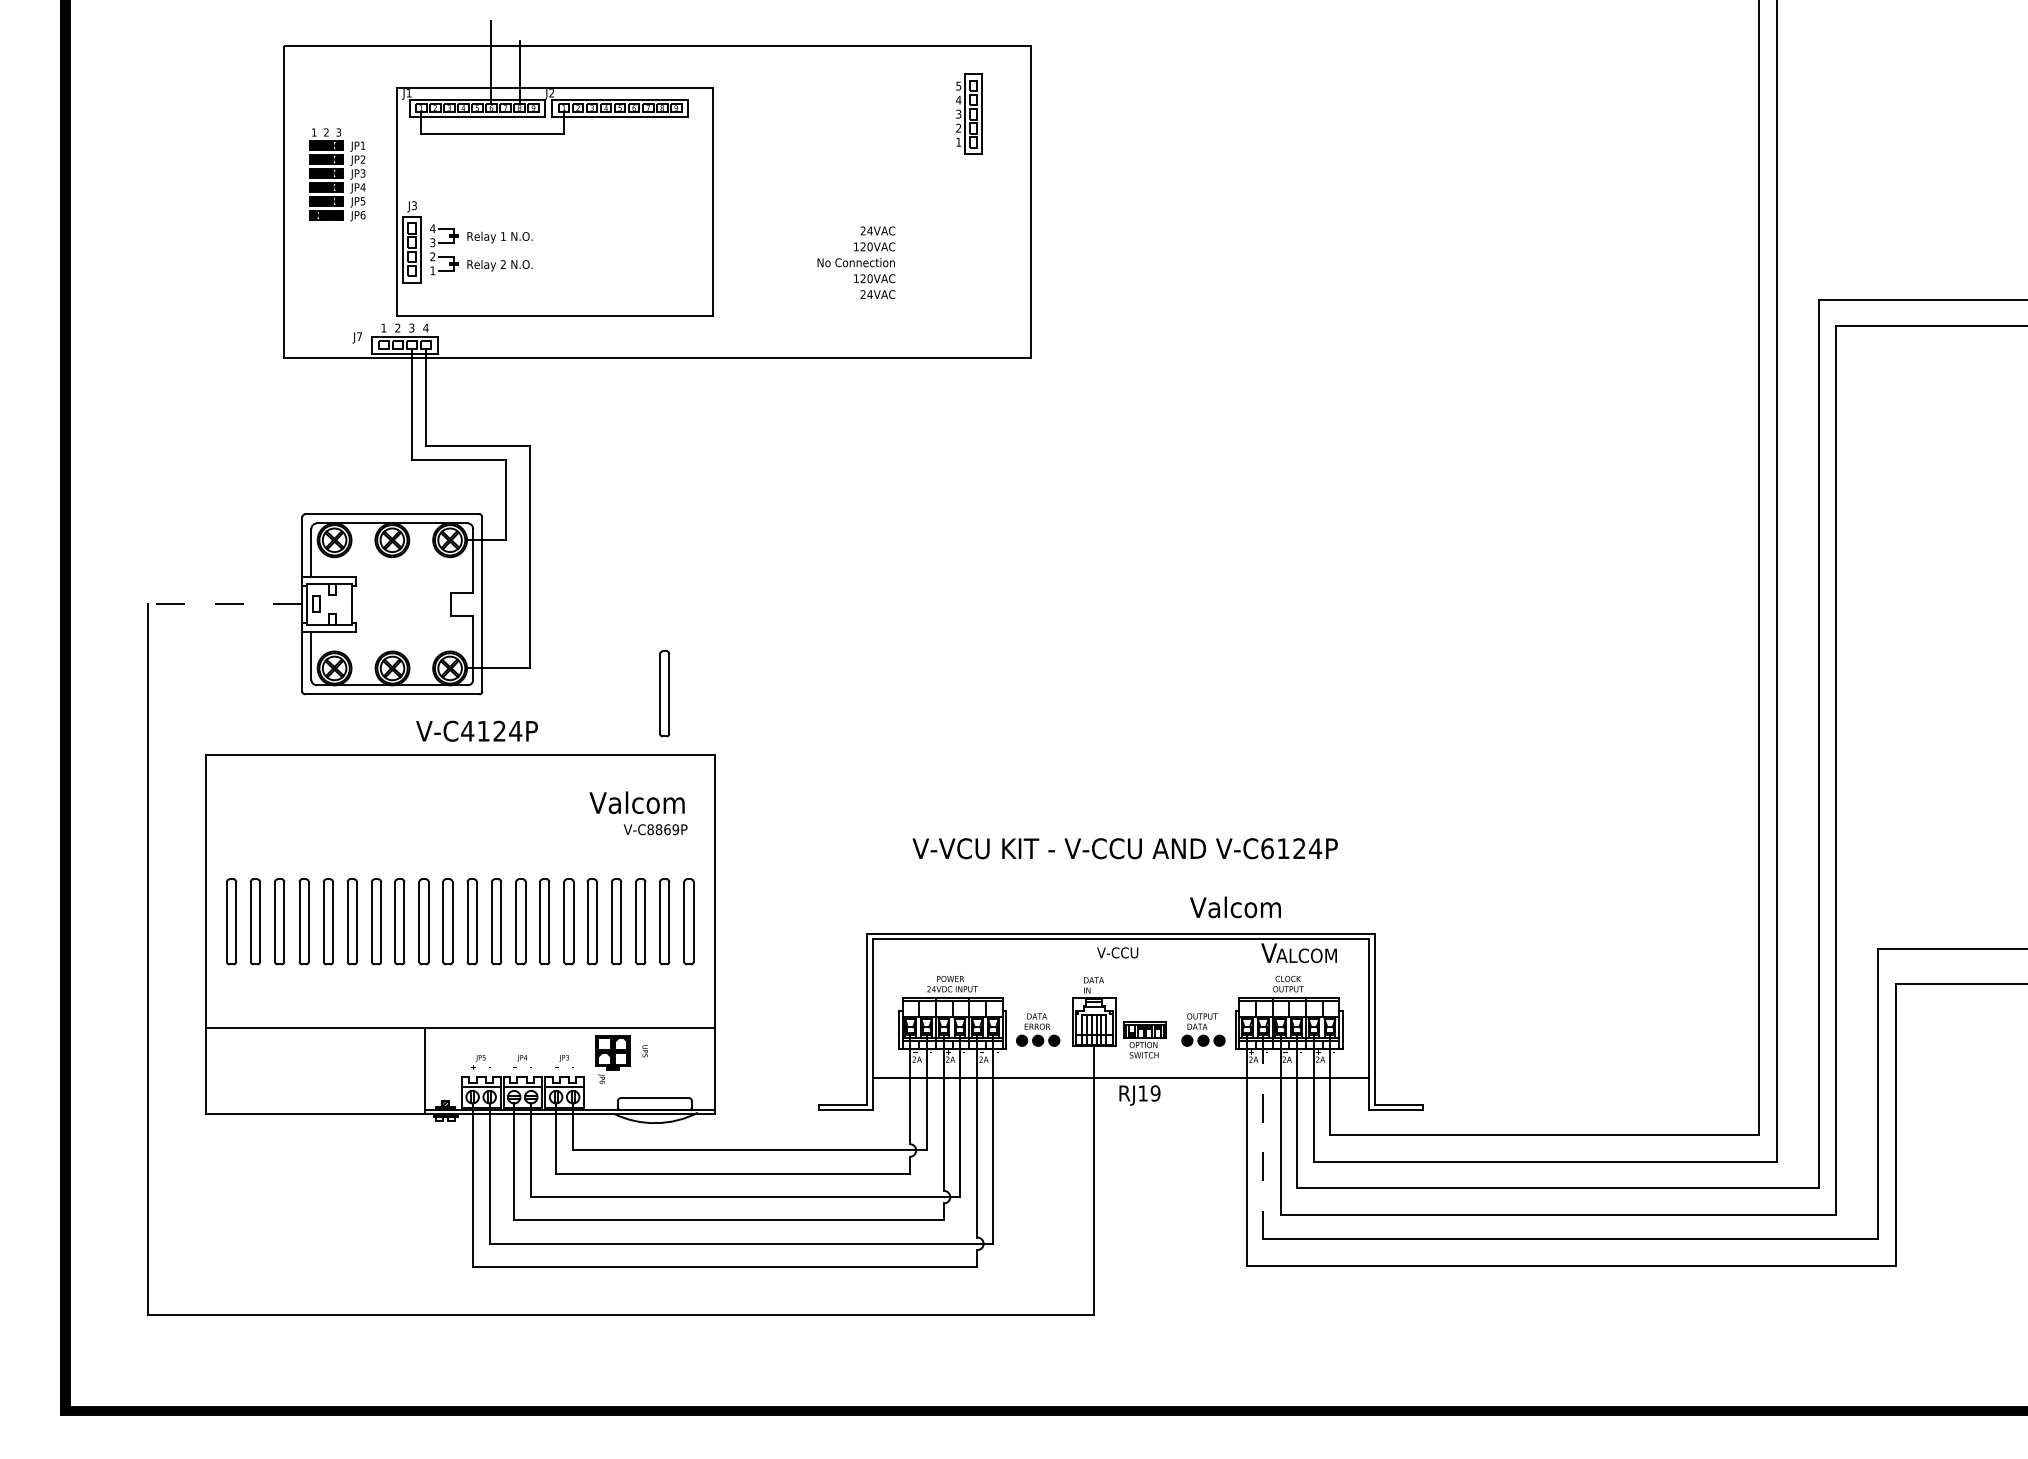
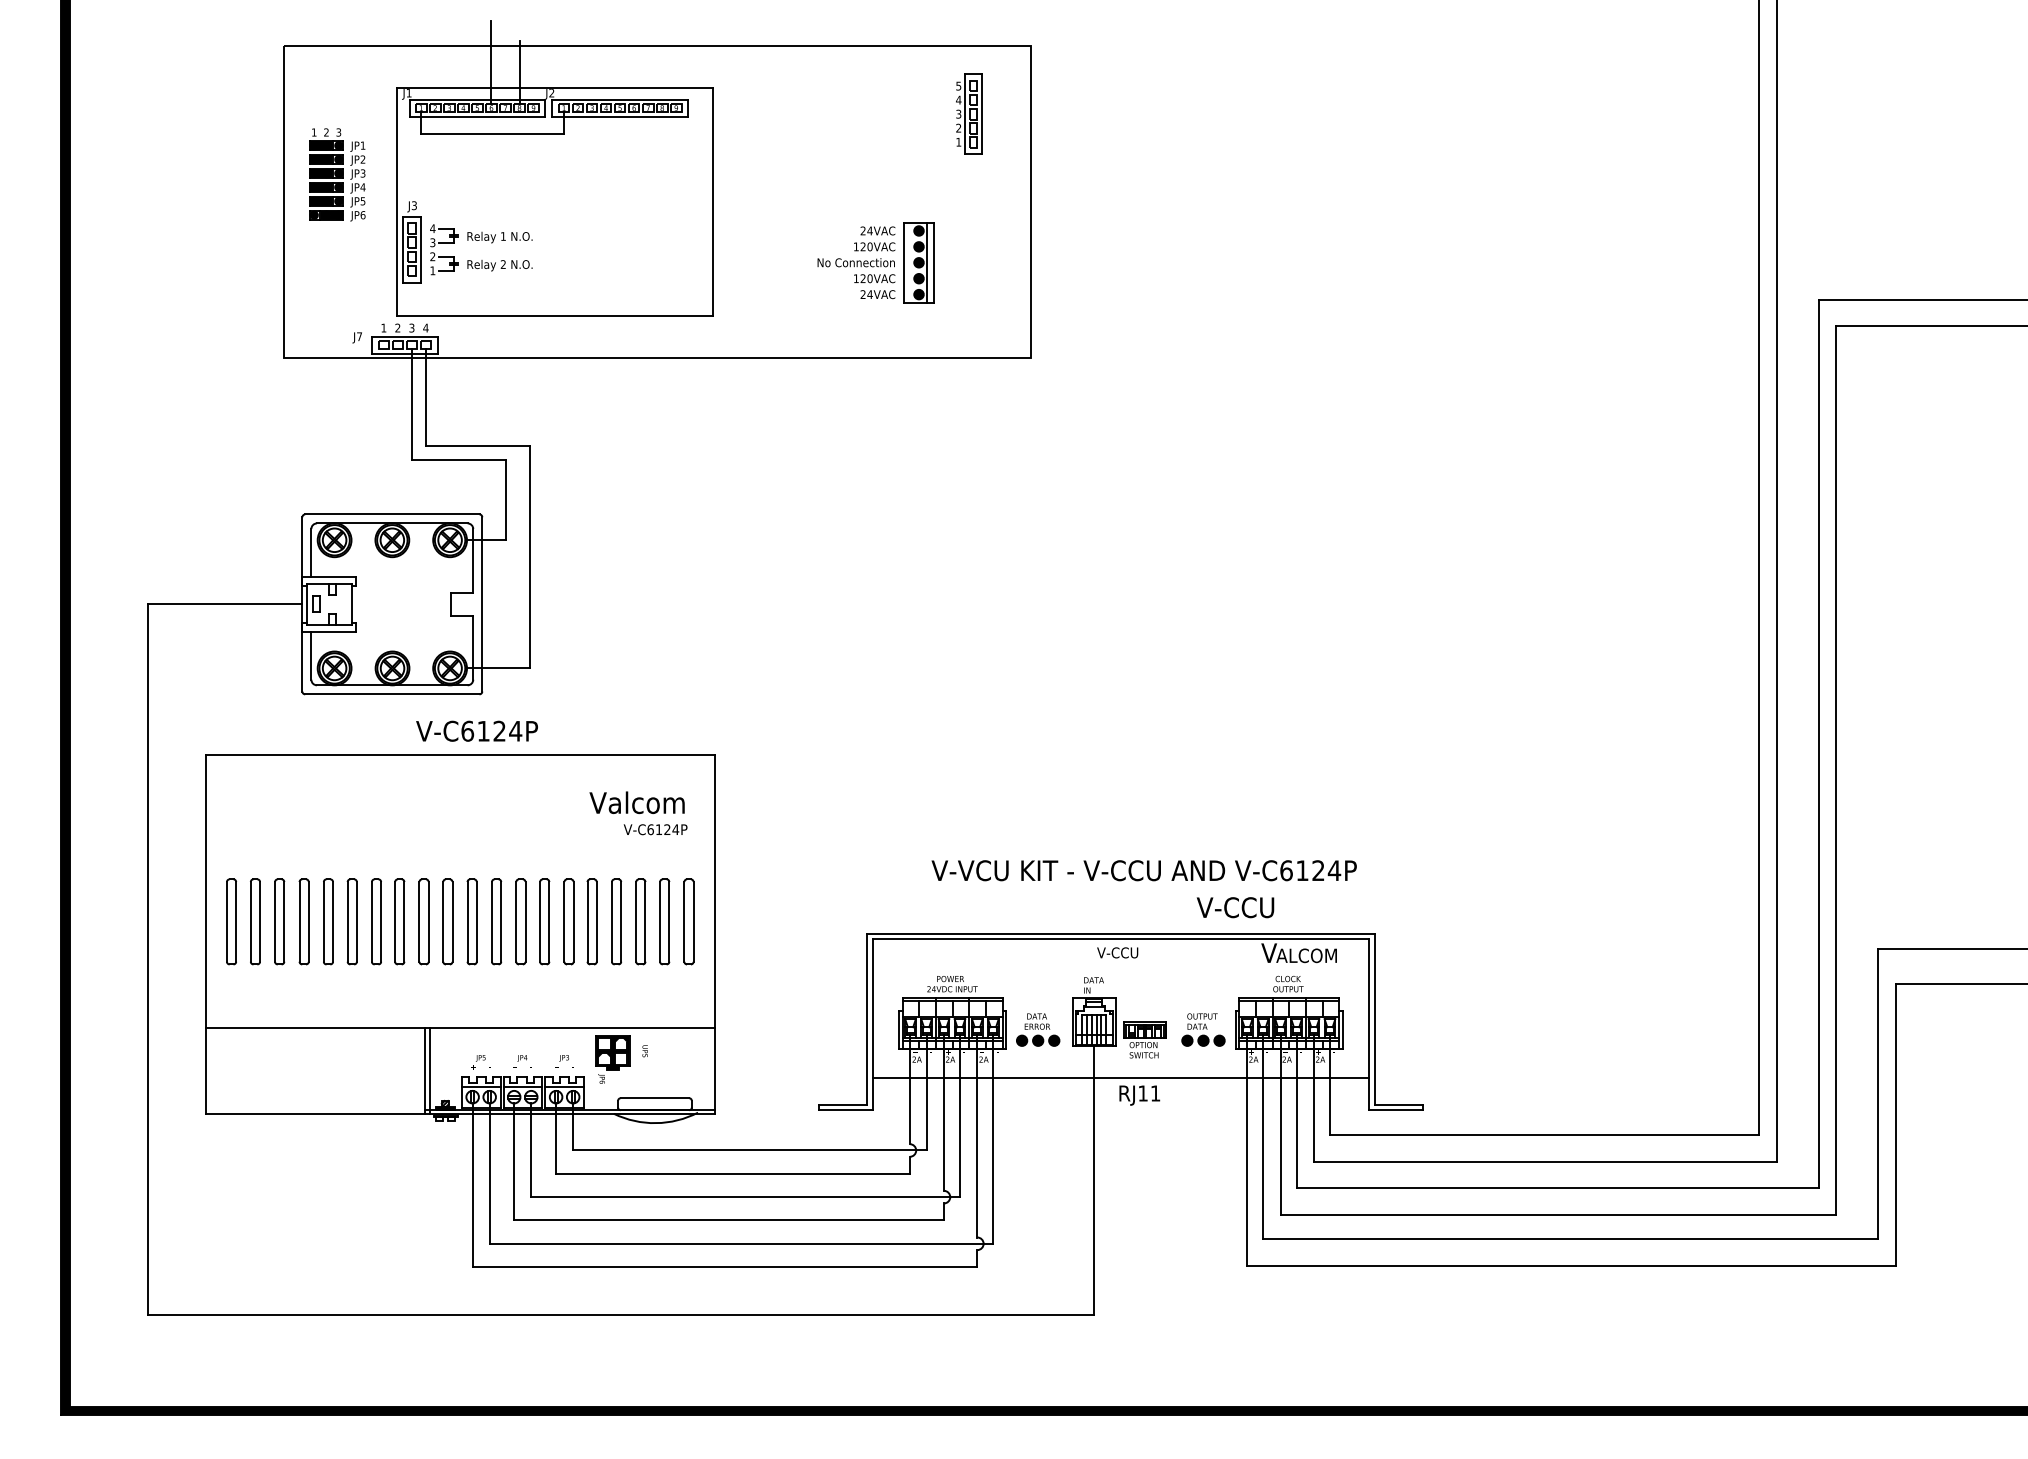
part at (918, 262): none -> present
line at (224, 604): dashed -> solid
part at (664, 693): present -> none
text at (467, 730): V-C4124P -> V-C6124P
text at (663, 829): V-C8869P -> V-C6124P
text at (1124, 848) position: (1124, 848) -> (1143, 870)
text at (1235, 907): Valcom -> V-CCU
line at (429, 1071): none -> present
text at (1155, 1093): RJ19 -> RJ11
line at (1263, 1137): dashed -> solid
